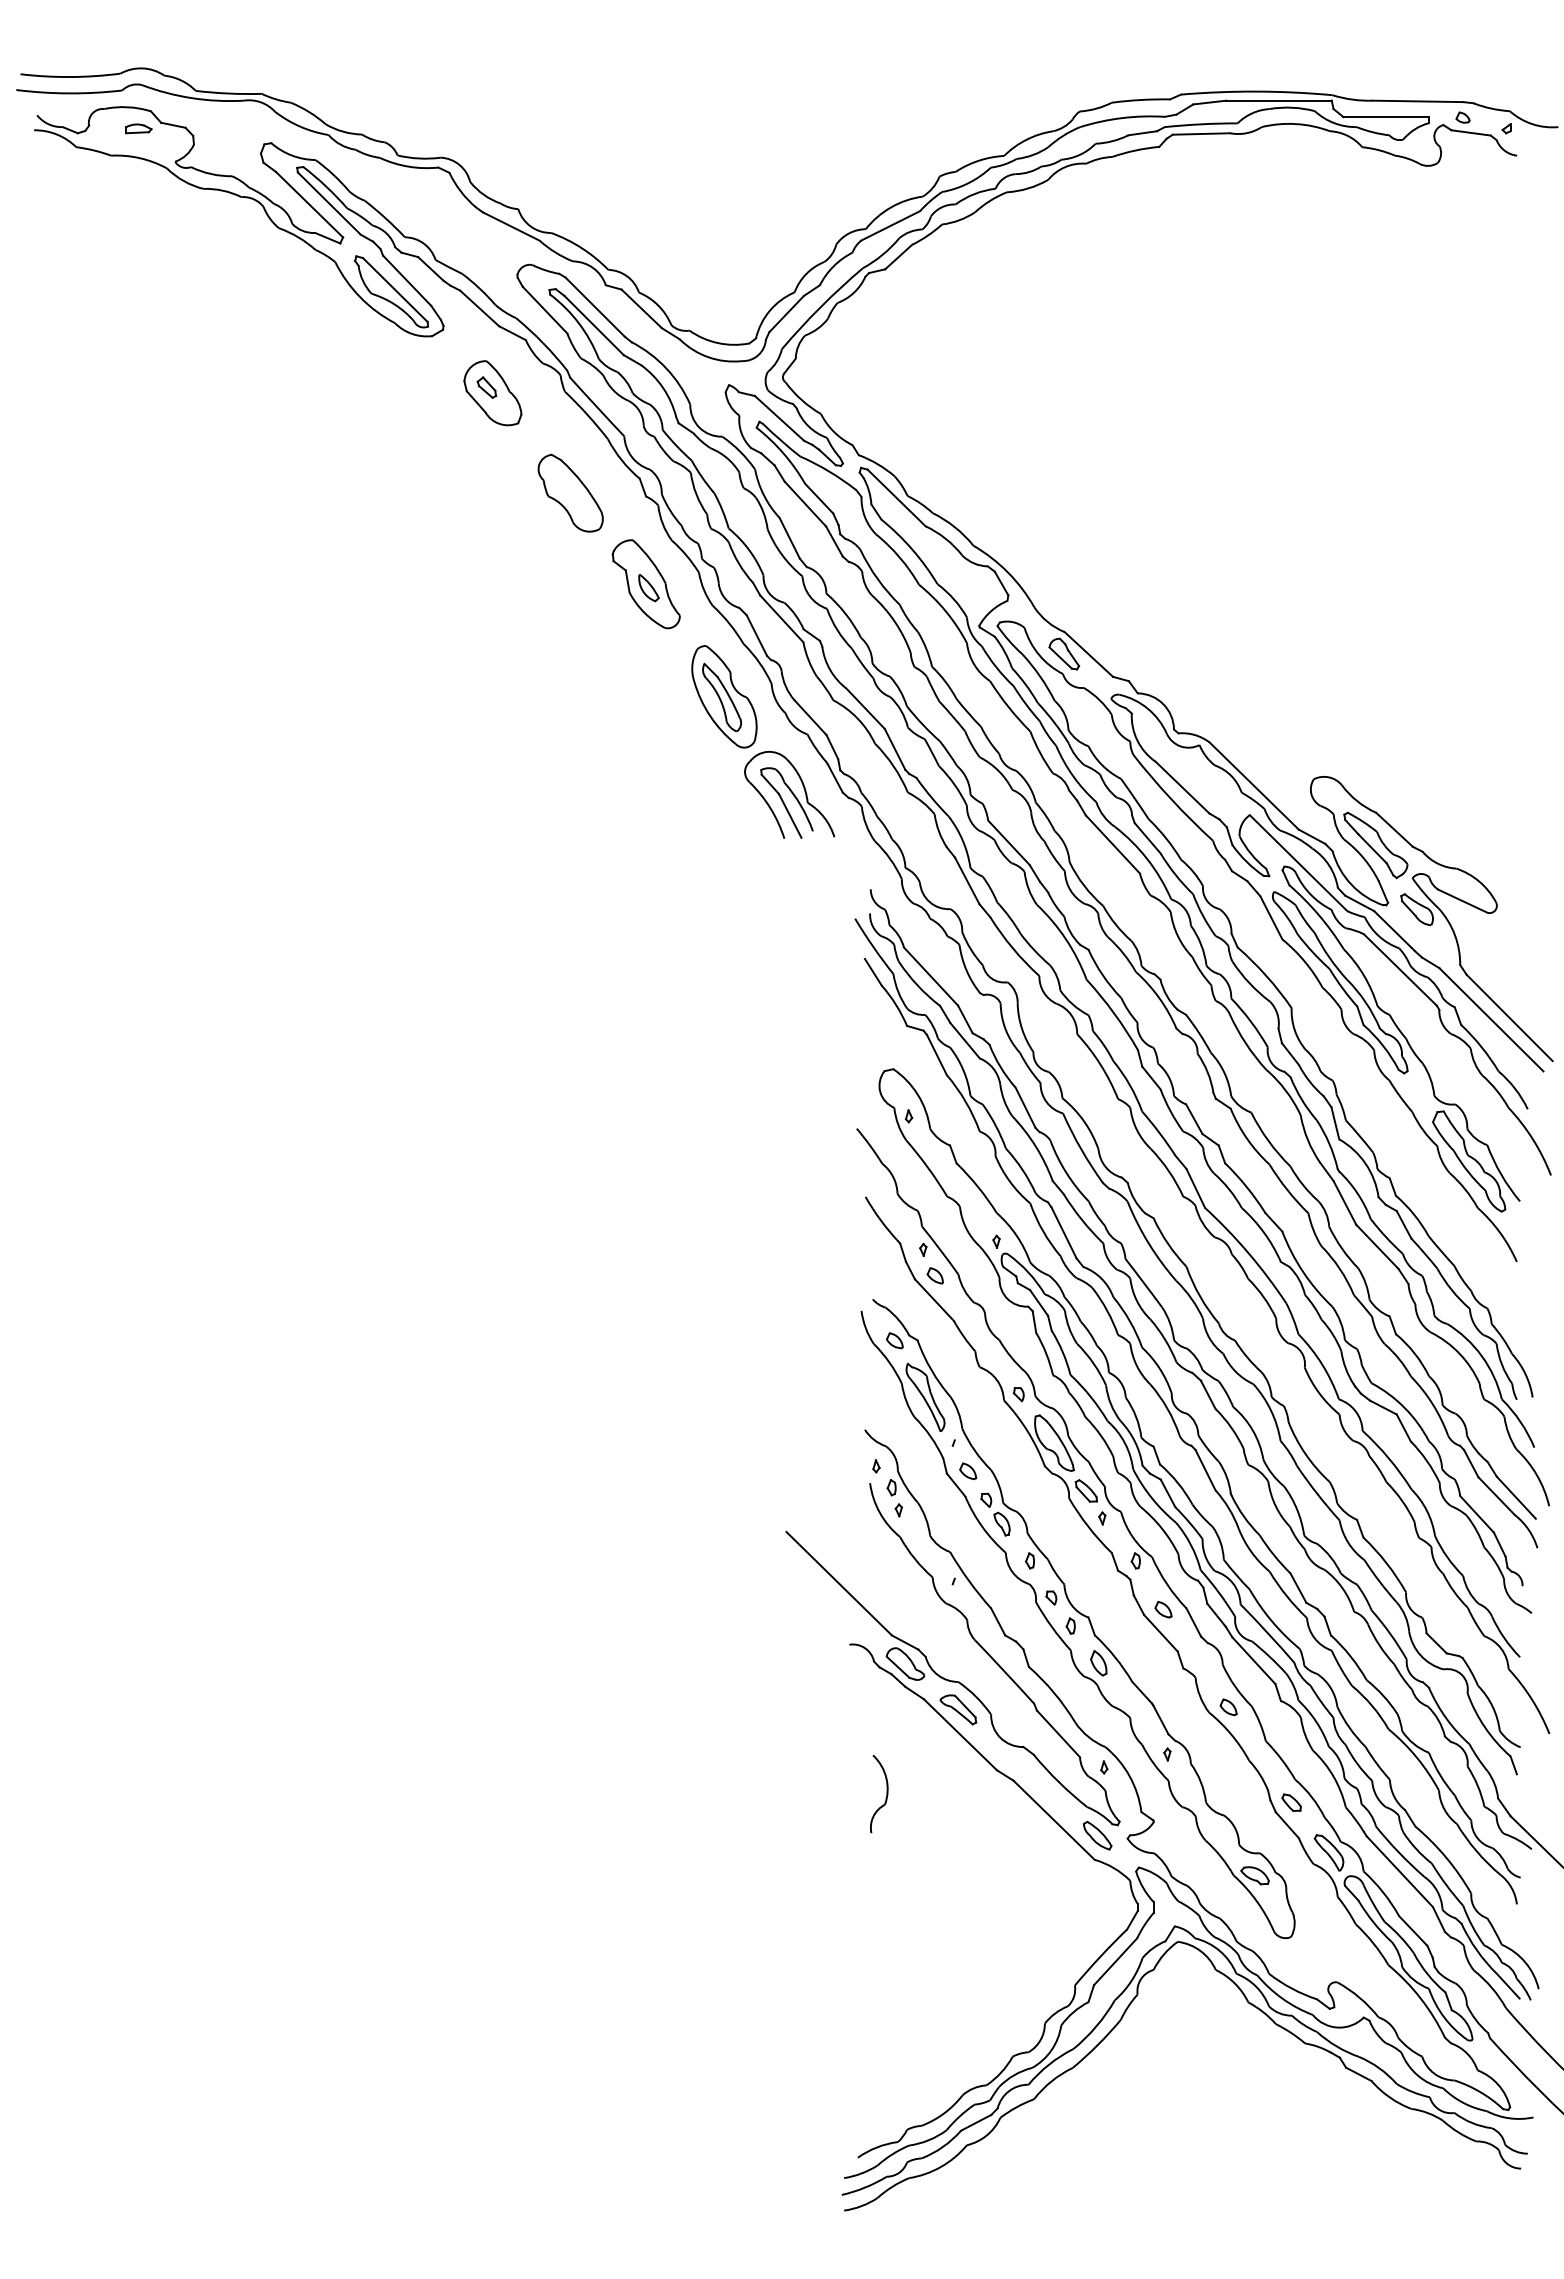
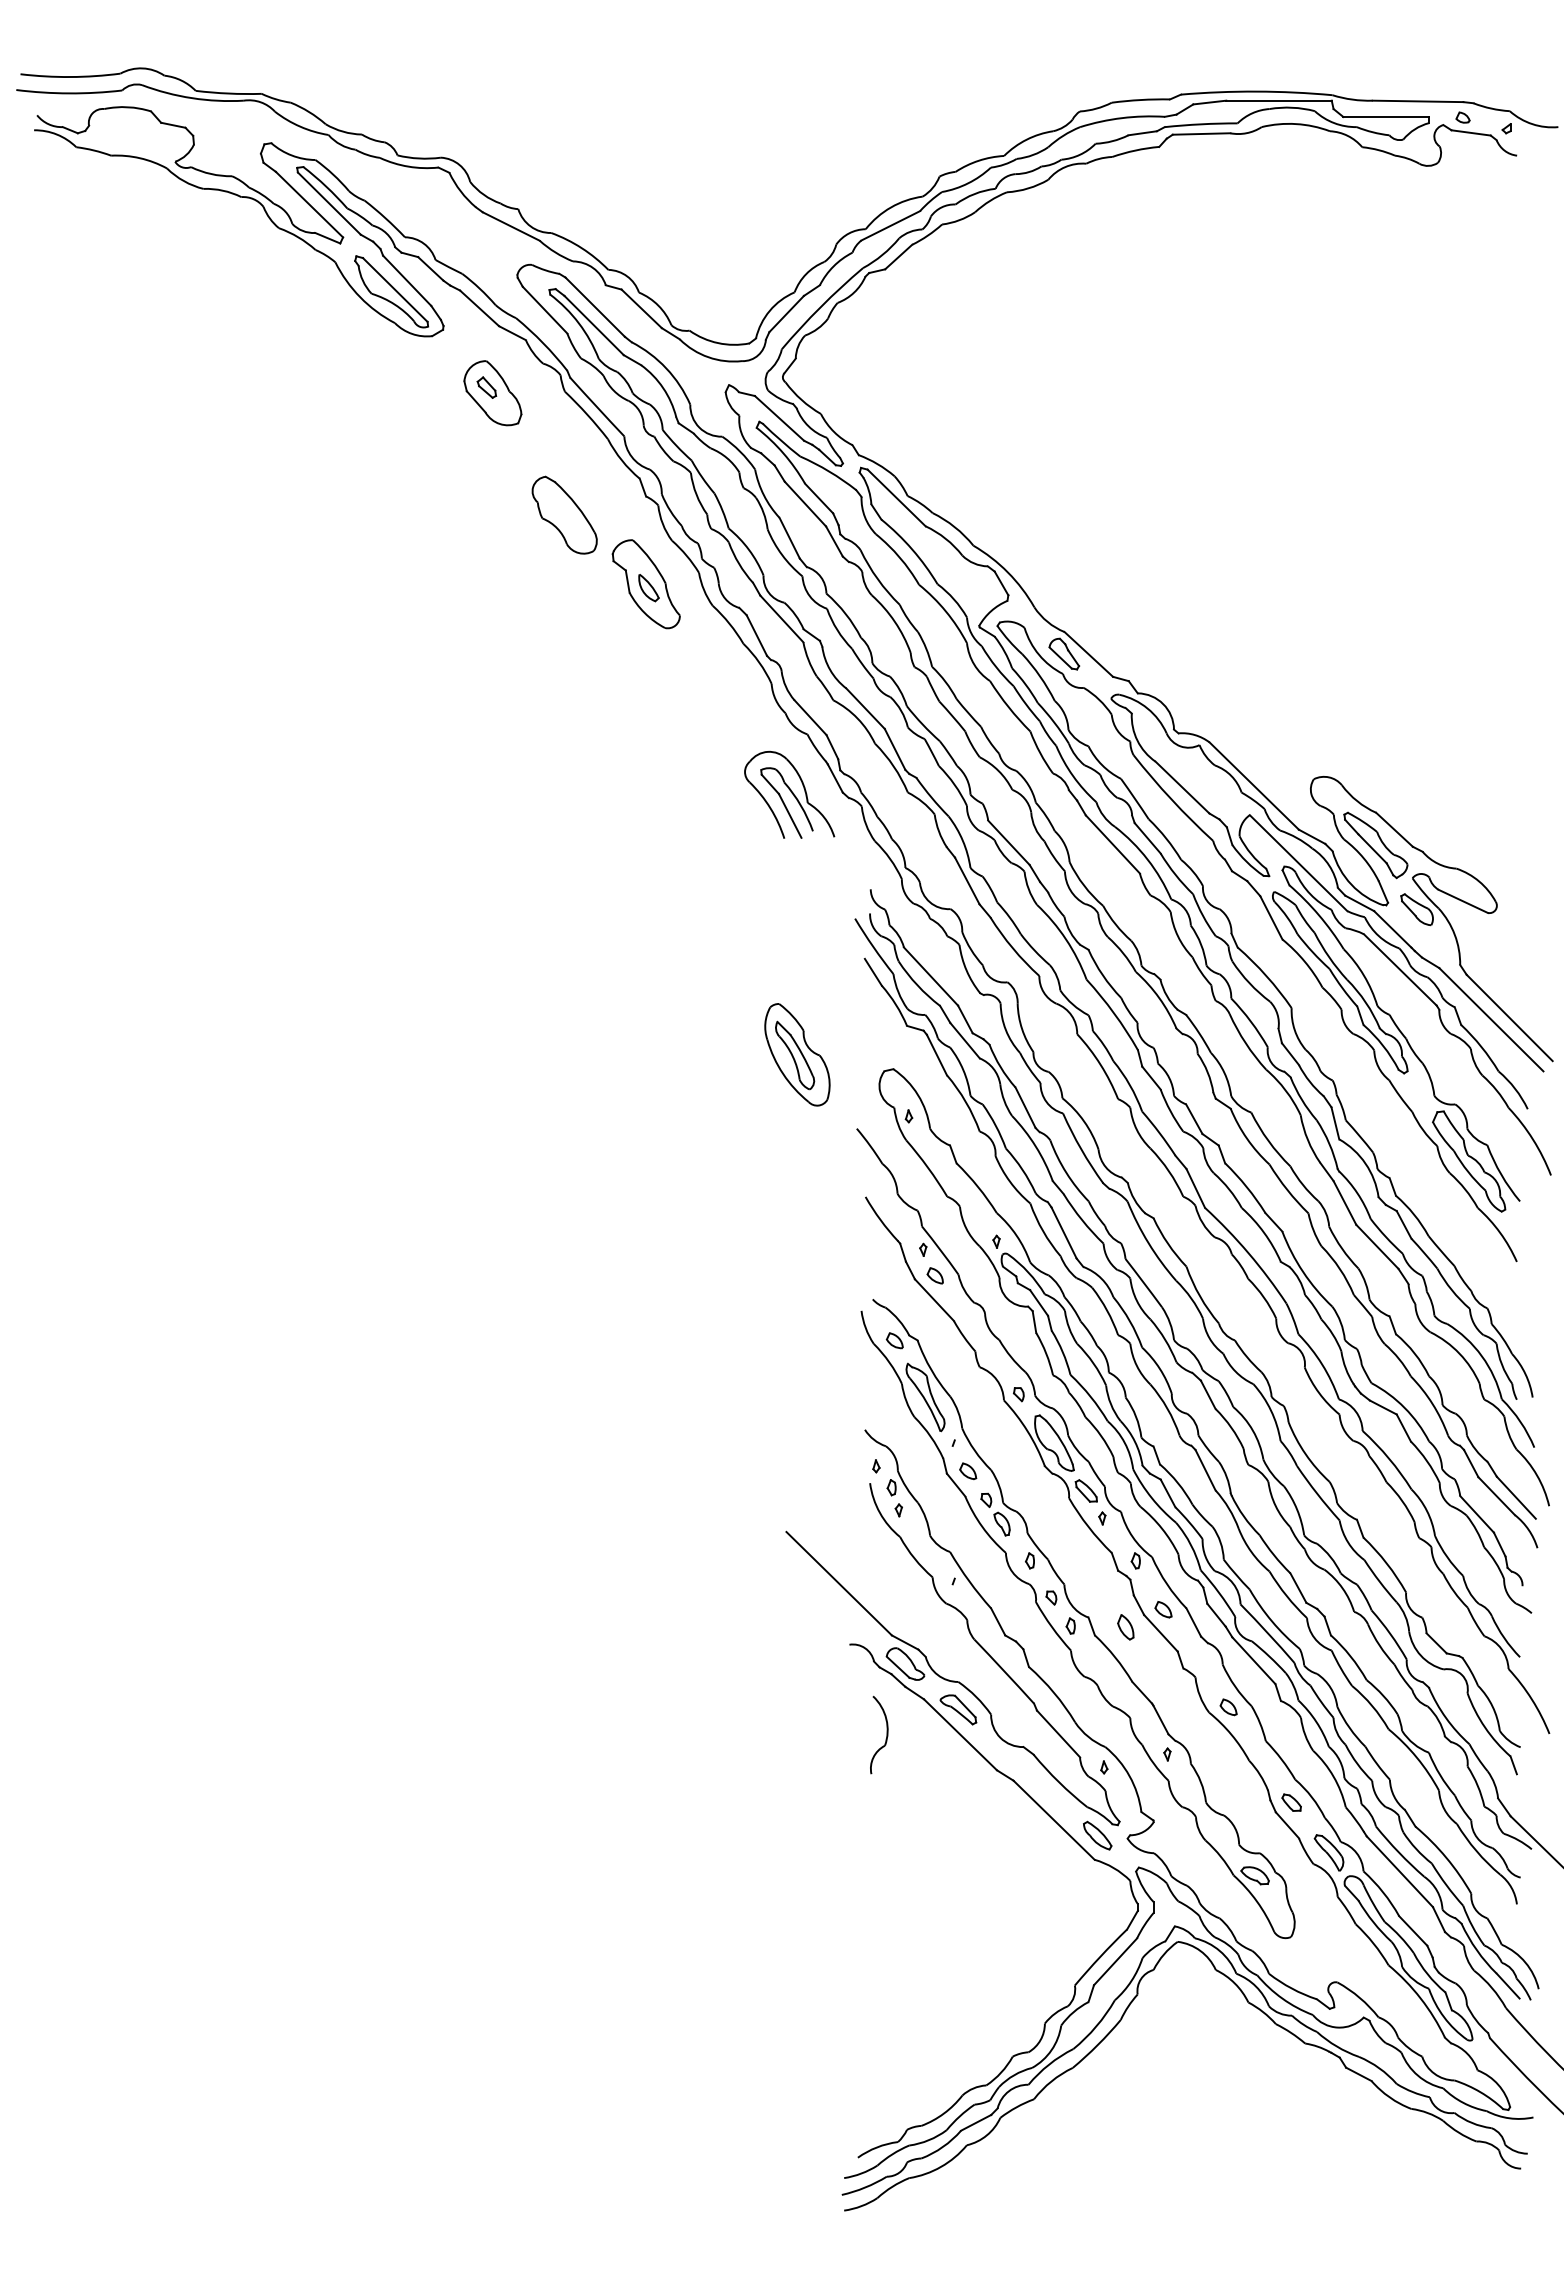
part at (138, 128): present -> none
part at (570, 492) position: (570, 492) -> (564, 514)
part at (724, 696) position: (724, 696) -> (797, 1054)
part at (1098, 1663) position: (1098, 1663) -> (1125, 1627)
part at (886, 1793) position: (886, 1793) -> (886, 1734)
